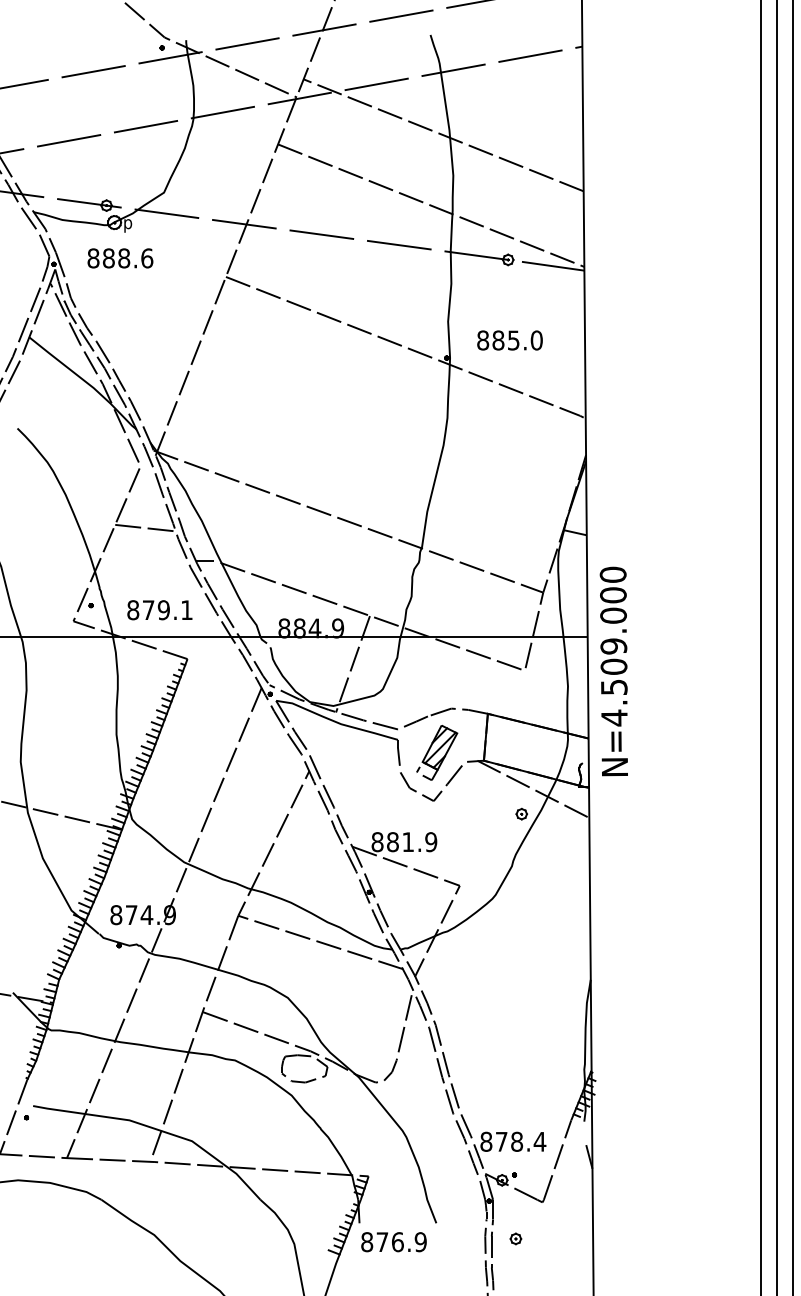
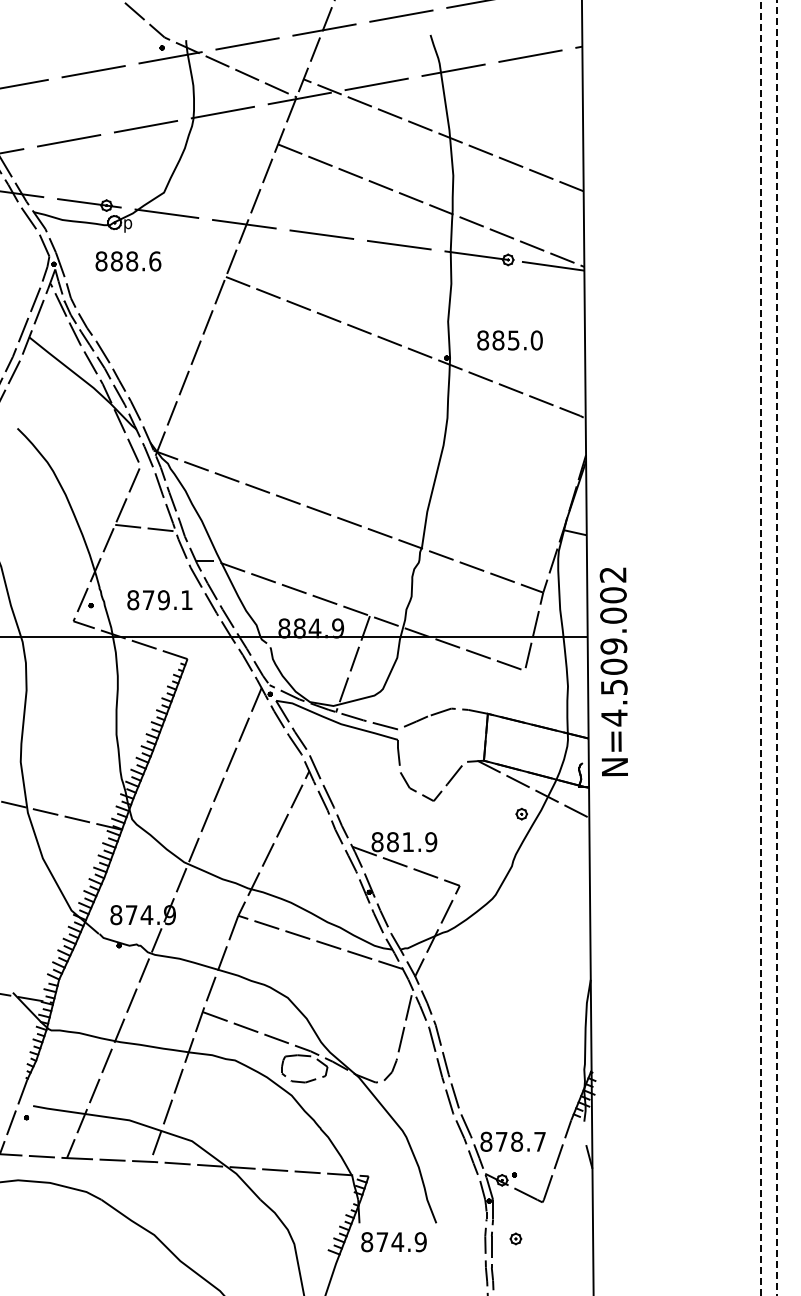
text at (120, 258) position: (120, 258) -> (128, 261)
text at (612, 574): N=4.509.000 -> N=4.509.002
text at (159, 610) position: (159, 610) -> (159, 600)
line at (760, 647): solid -> dashed
line at (777, 647): solid -> dashed
line at (793, 647): present -> none
part at (437, 752): present -> none
text at (539, 1141): 878.4 -> 878.7
text at (397, 1242): 876.9 -> 874.9
